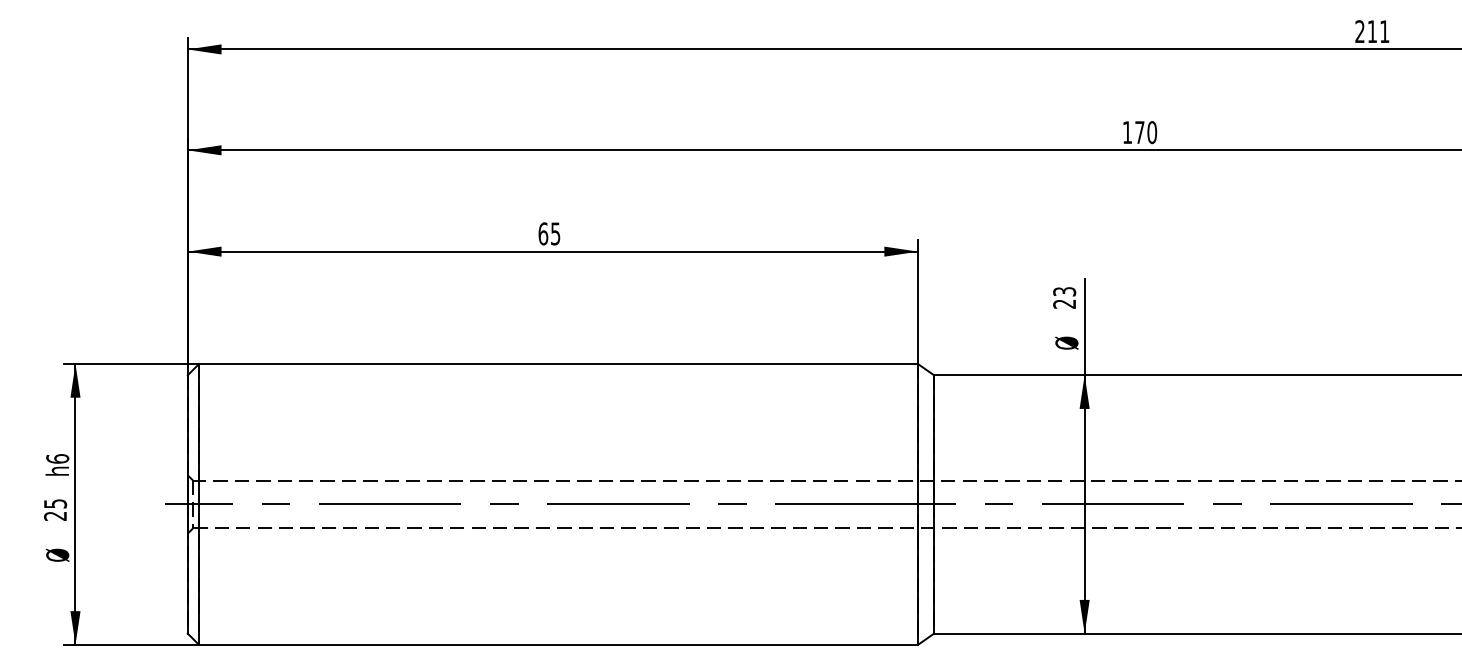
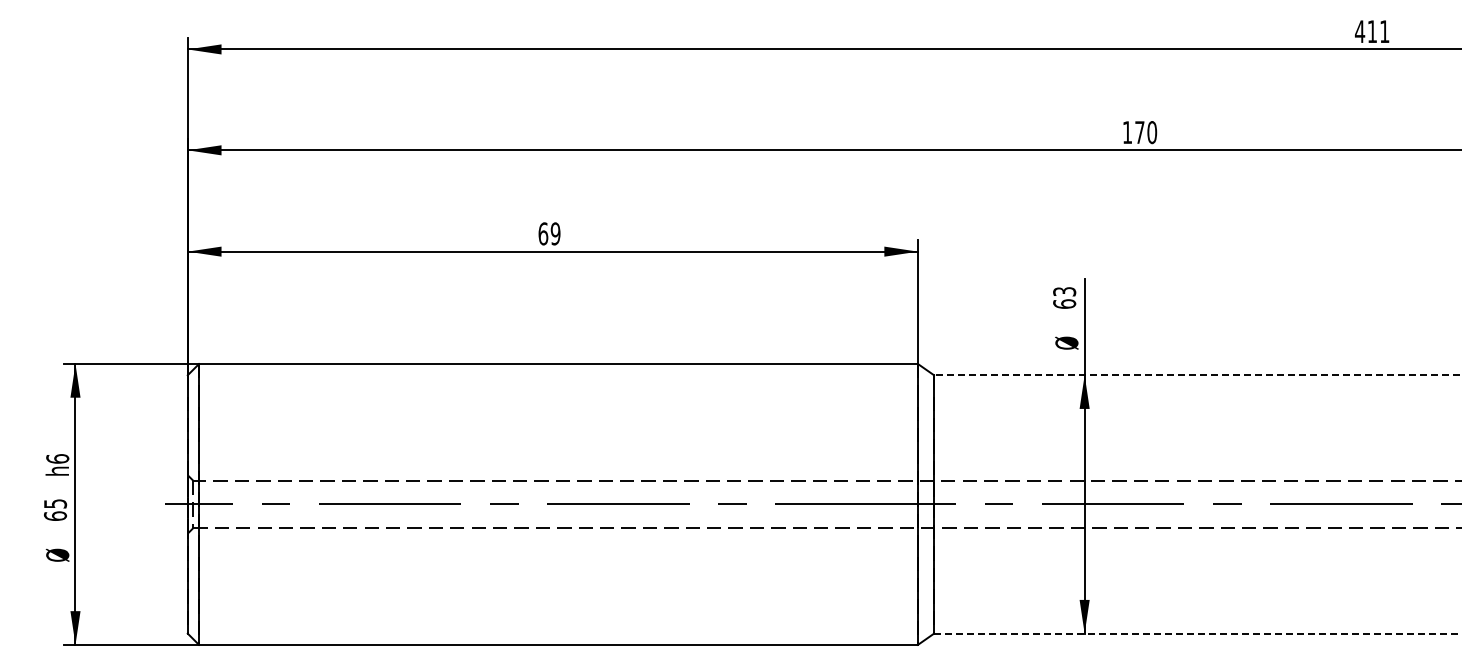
text at (1359, 31): 211 -> 411
text at (555, 233): 65 -> 69
text at (1064, 303): 23 -> 63
line at (1197, 375): solid -> dashed
text at (55, 515): 25 -> 65
line at (1197, 633): solid -> dashed
